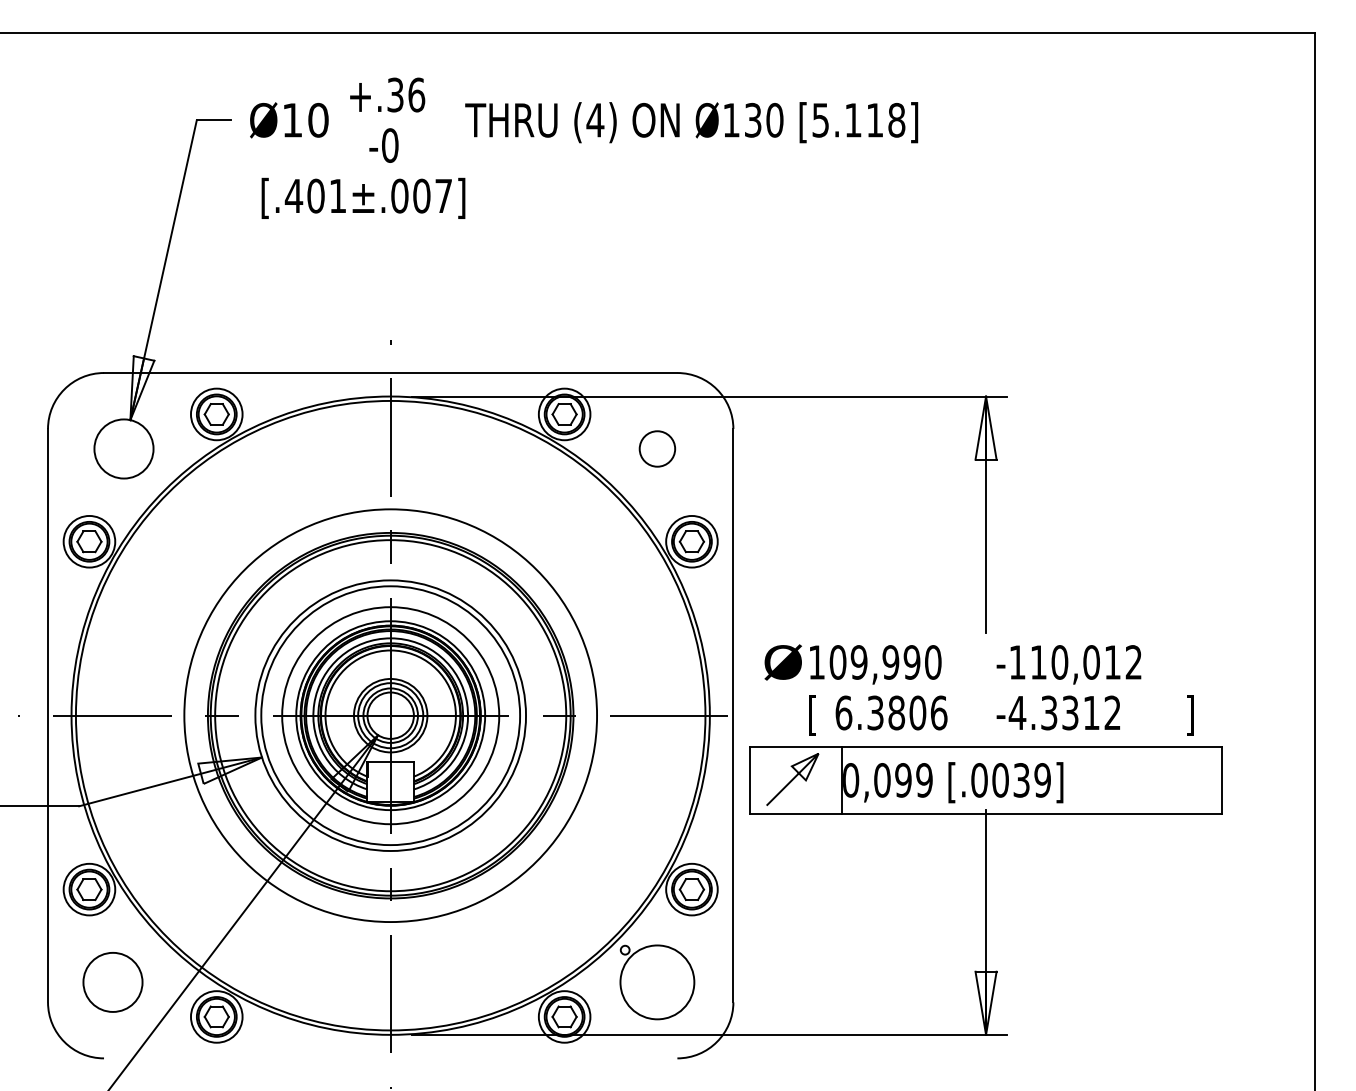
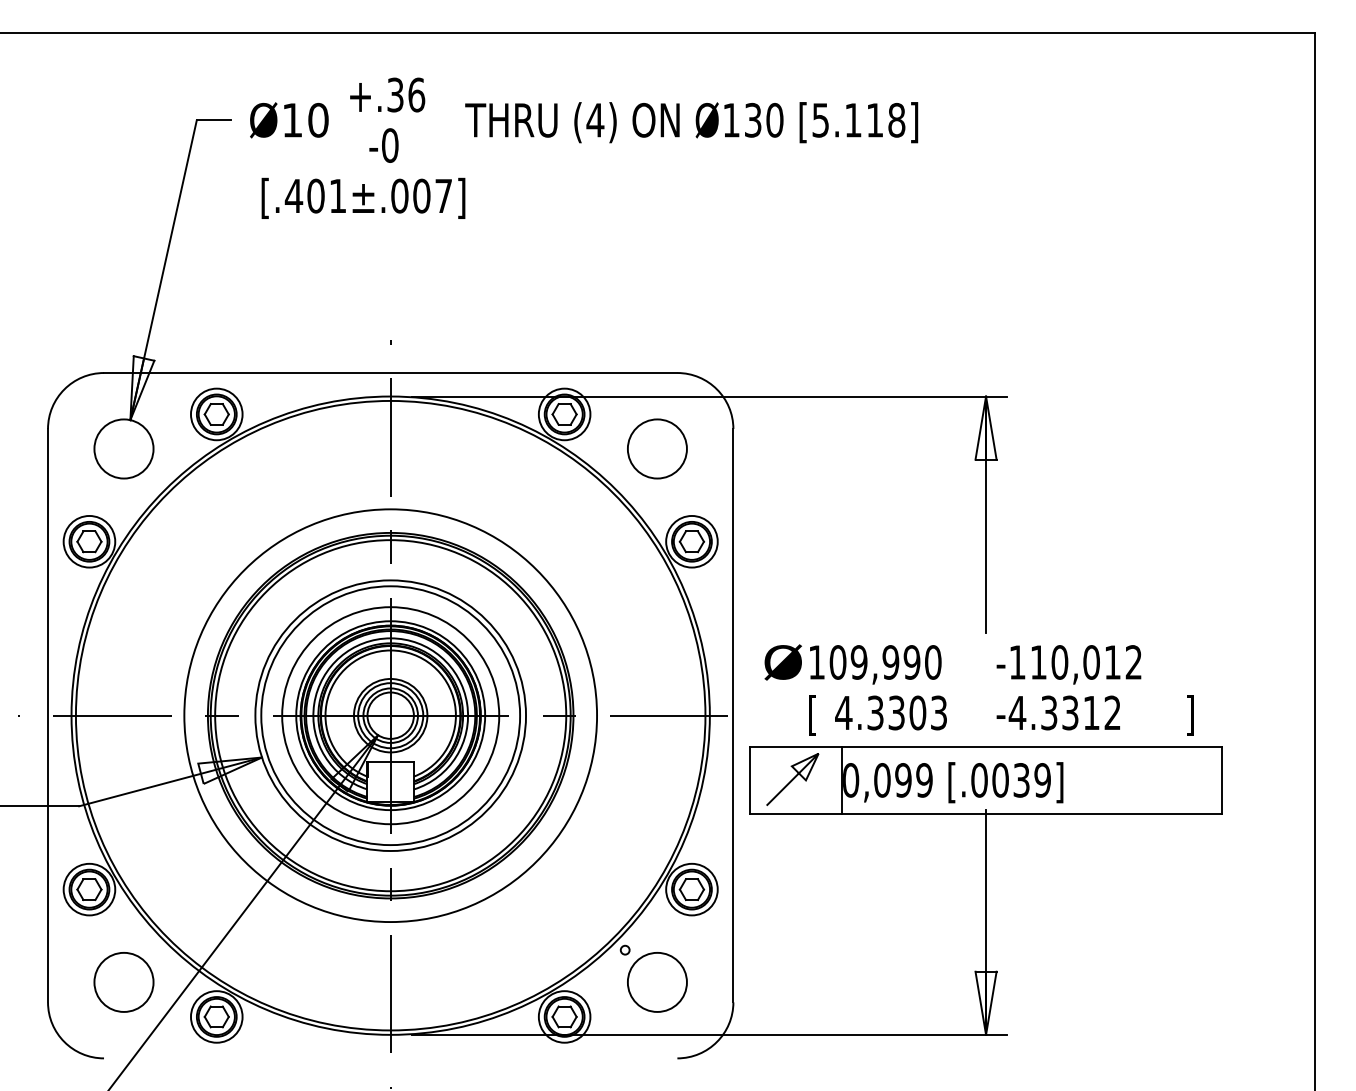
circle at (657, 448) size: 39x38 px -> 61x62 px
text at (891, 712): 6.3806 -> 4.3303
circle at (112, 982) position: (112, 982) -> (123, 982)
circle at (657, 982) diameter: 74 px -> 59 px
